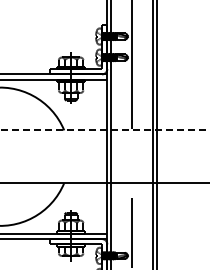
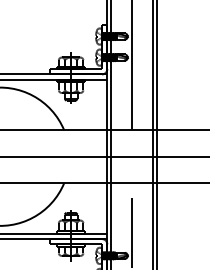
line at (104, 130): dashed -> solid
line at (104, 156): none -> present
